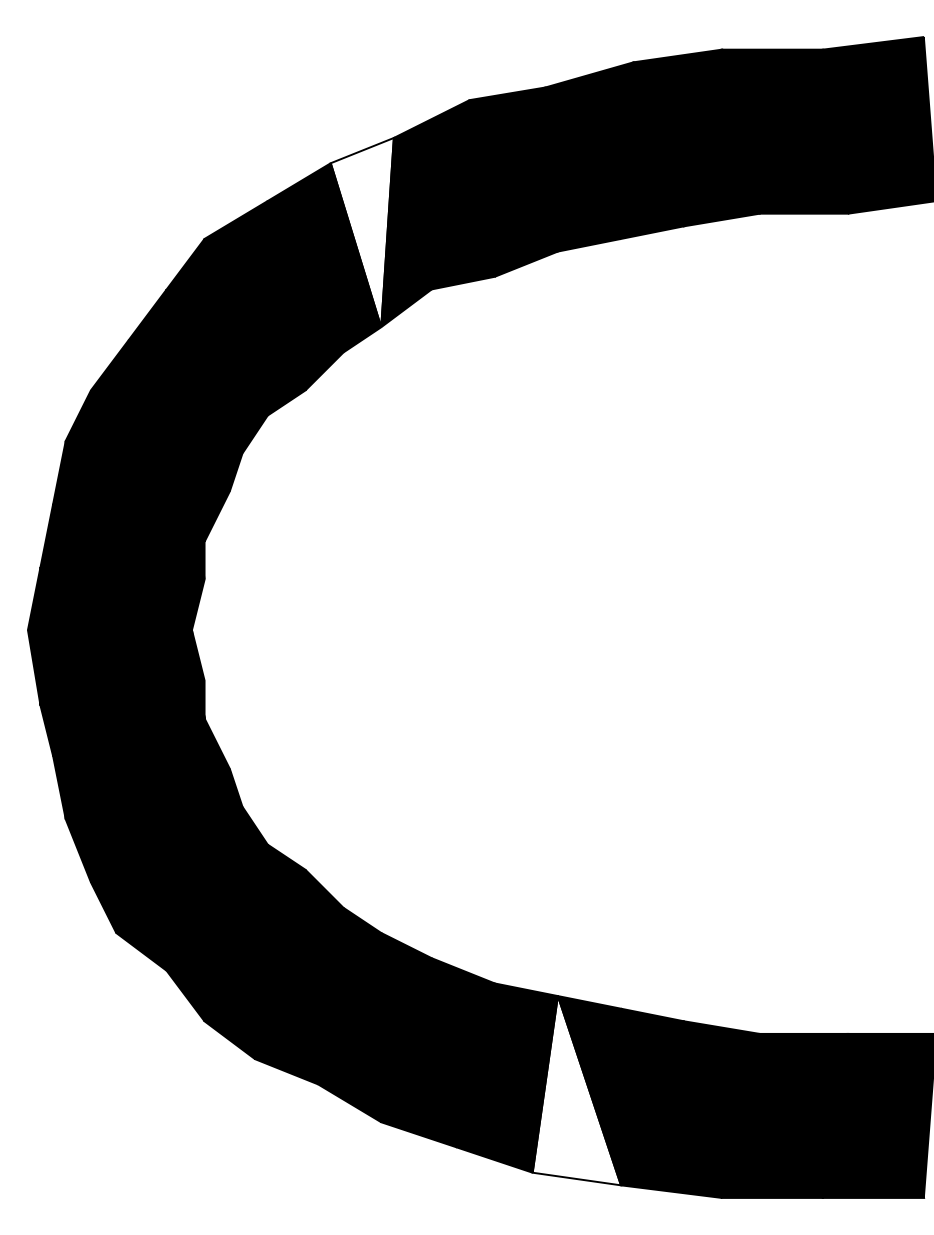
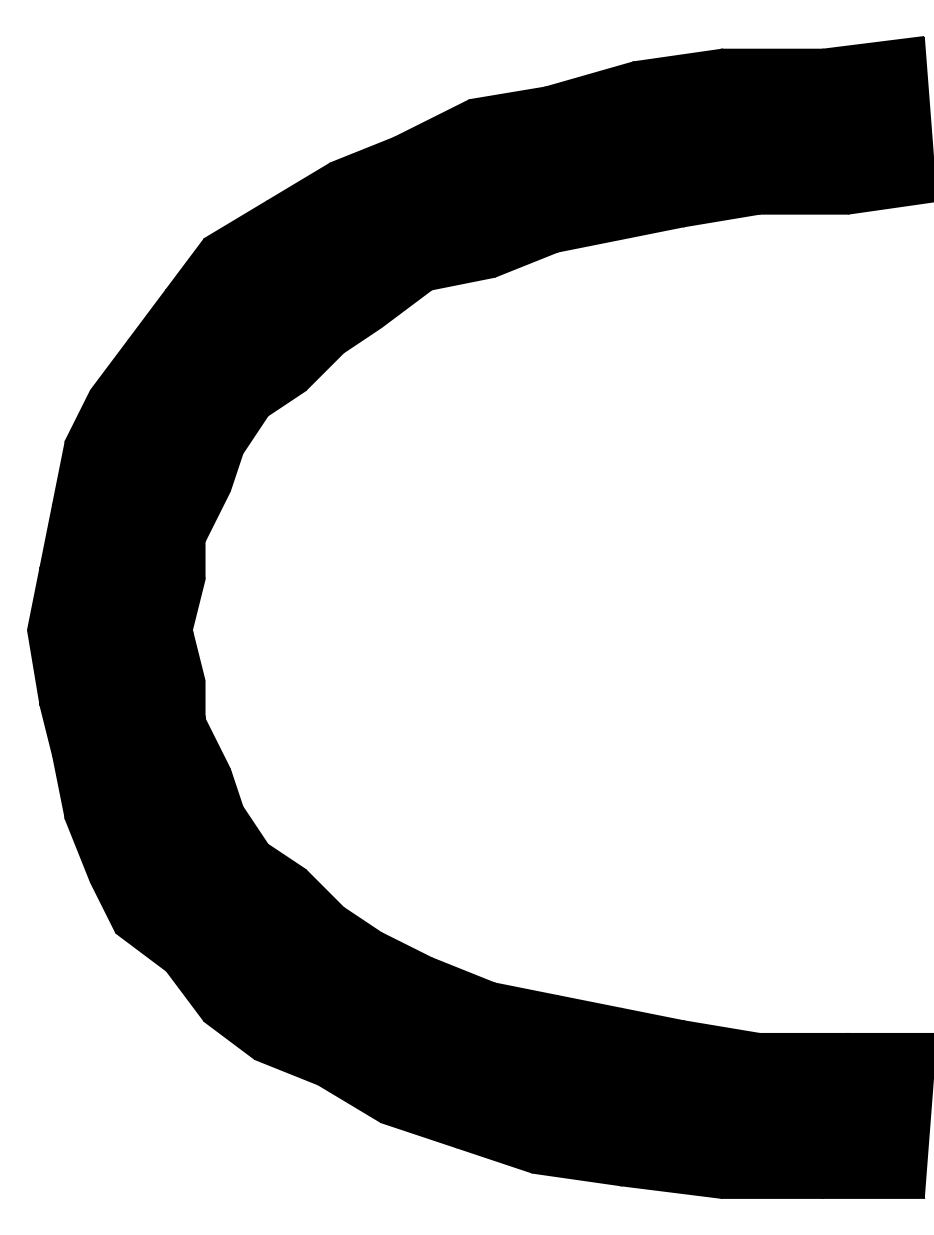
fill at (361, 232): none -> present
fill at (576, 1090): none -> present
